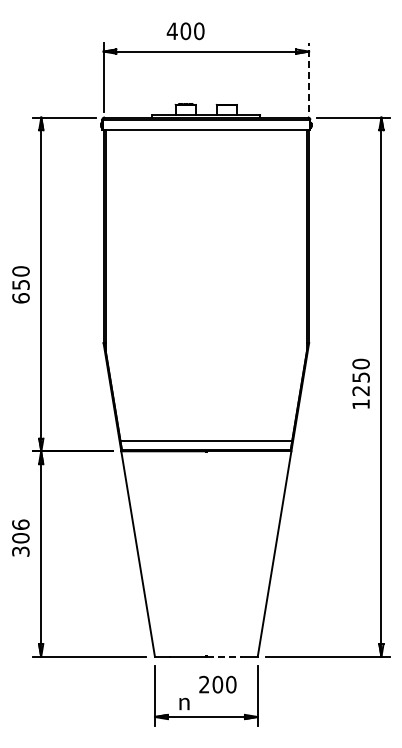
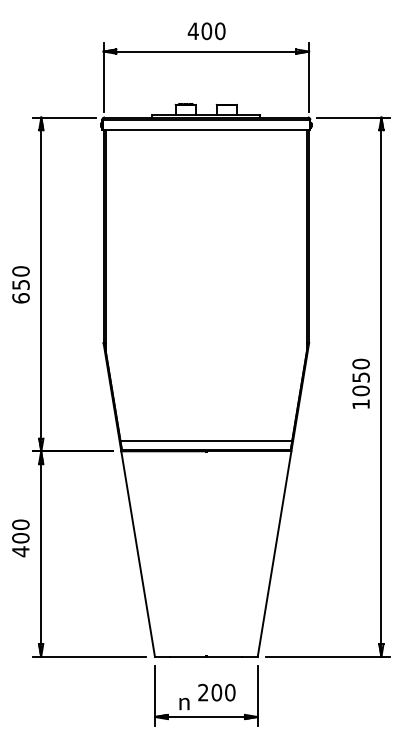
text at (185, 31) position: (185, 31) -> (206, 31)
line at (309, 76): dashed -> solid
text at (360, 390): 1250 -> 1050
text at (20, 538): 306 -> 400
line at (224, 656): dashed -> solid
text at (217, 684) position: (217, 684) -> (216, 692)
